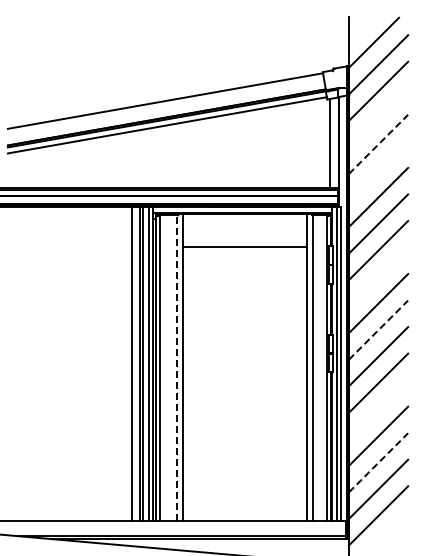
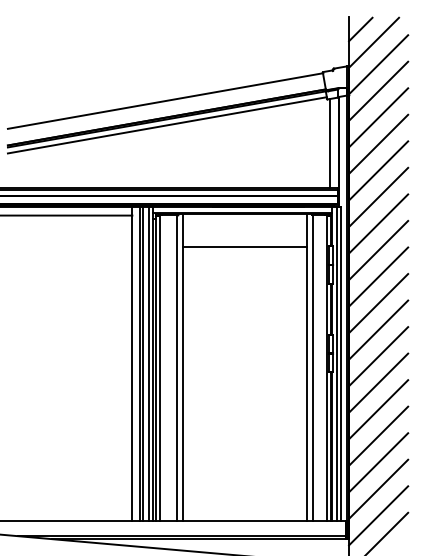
line at (360, 29): none -> present
line at (378, 117): none -> present
line at (378, 144): dashed -> solid
line at (378, 170): none -> present
line at (67, 215): none -> present
line at (378, 276): none -> present
line at (378, 330): dashed -> solid
line at (177, 367): dashed -> solid
line at (378, 409): none -> present
line at (378, 462): dashed -> solid
line at (388, 532): none -> present
